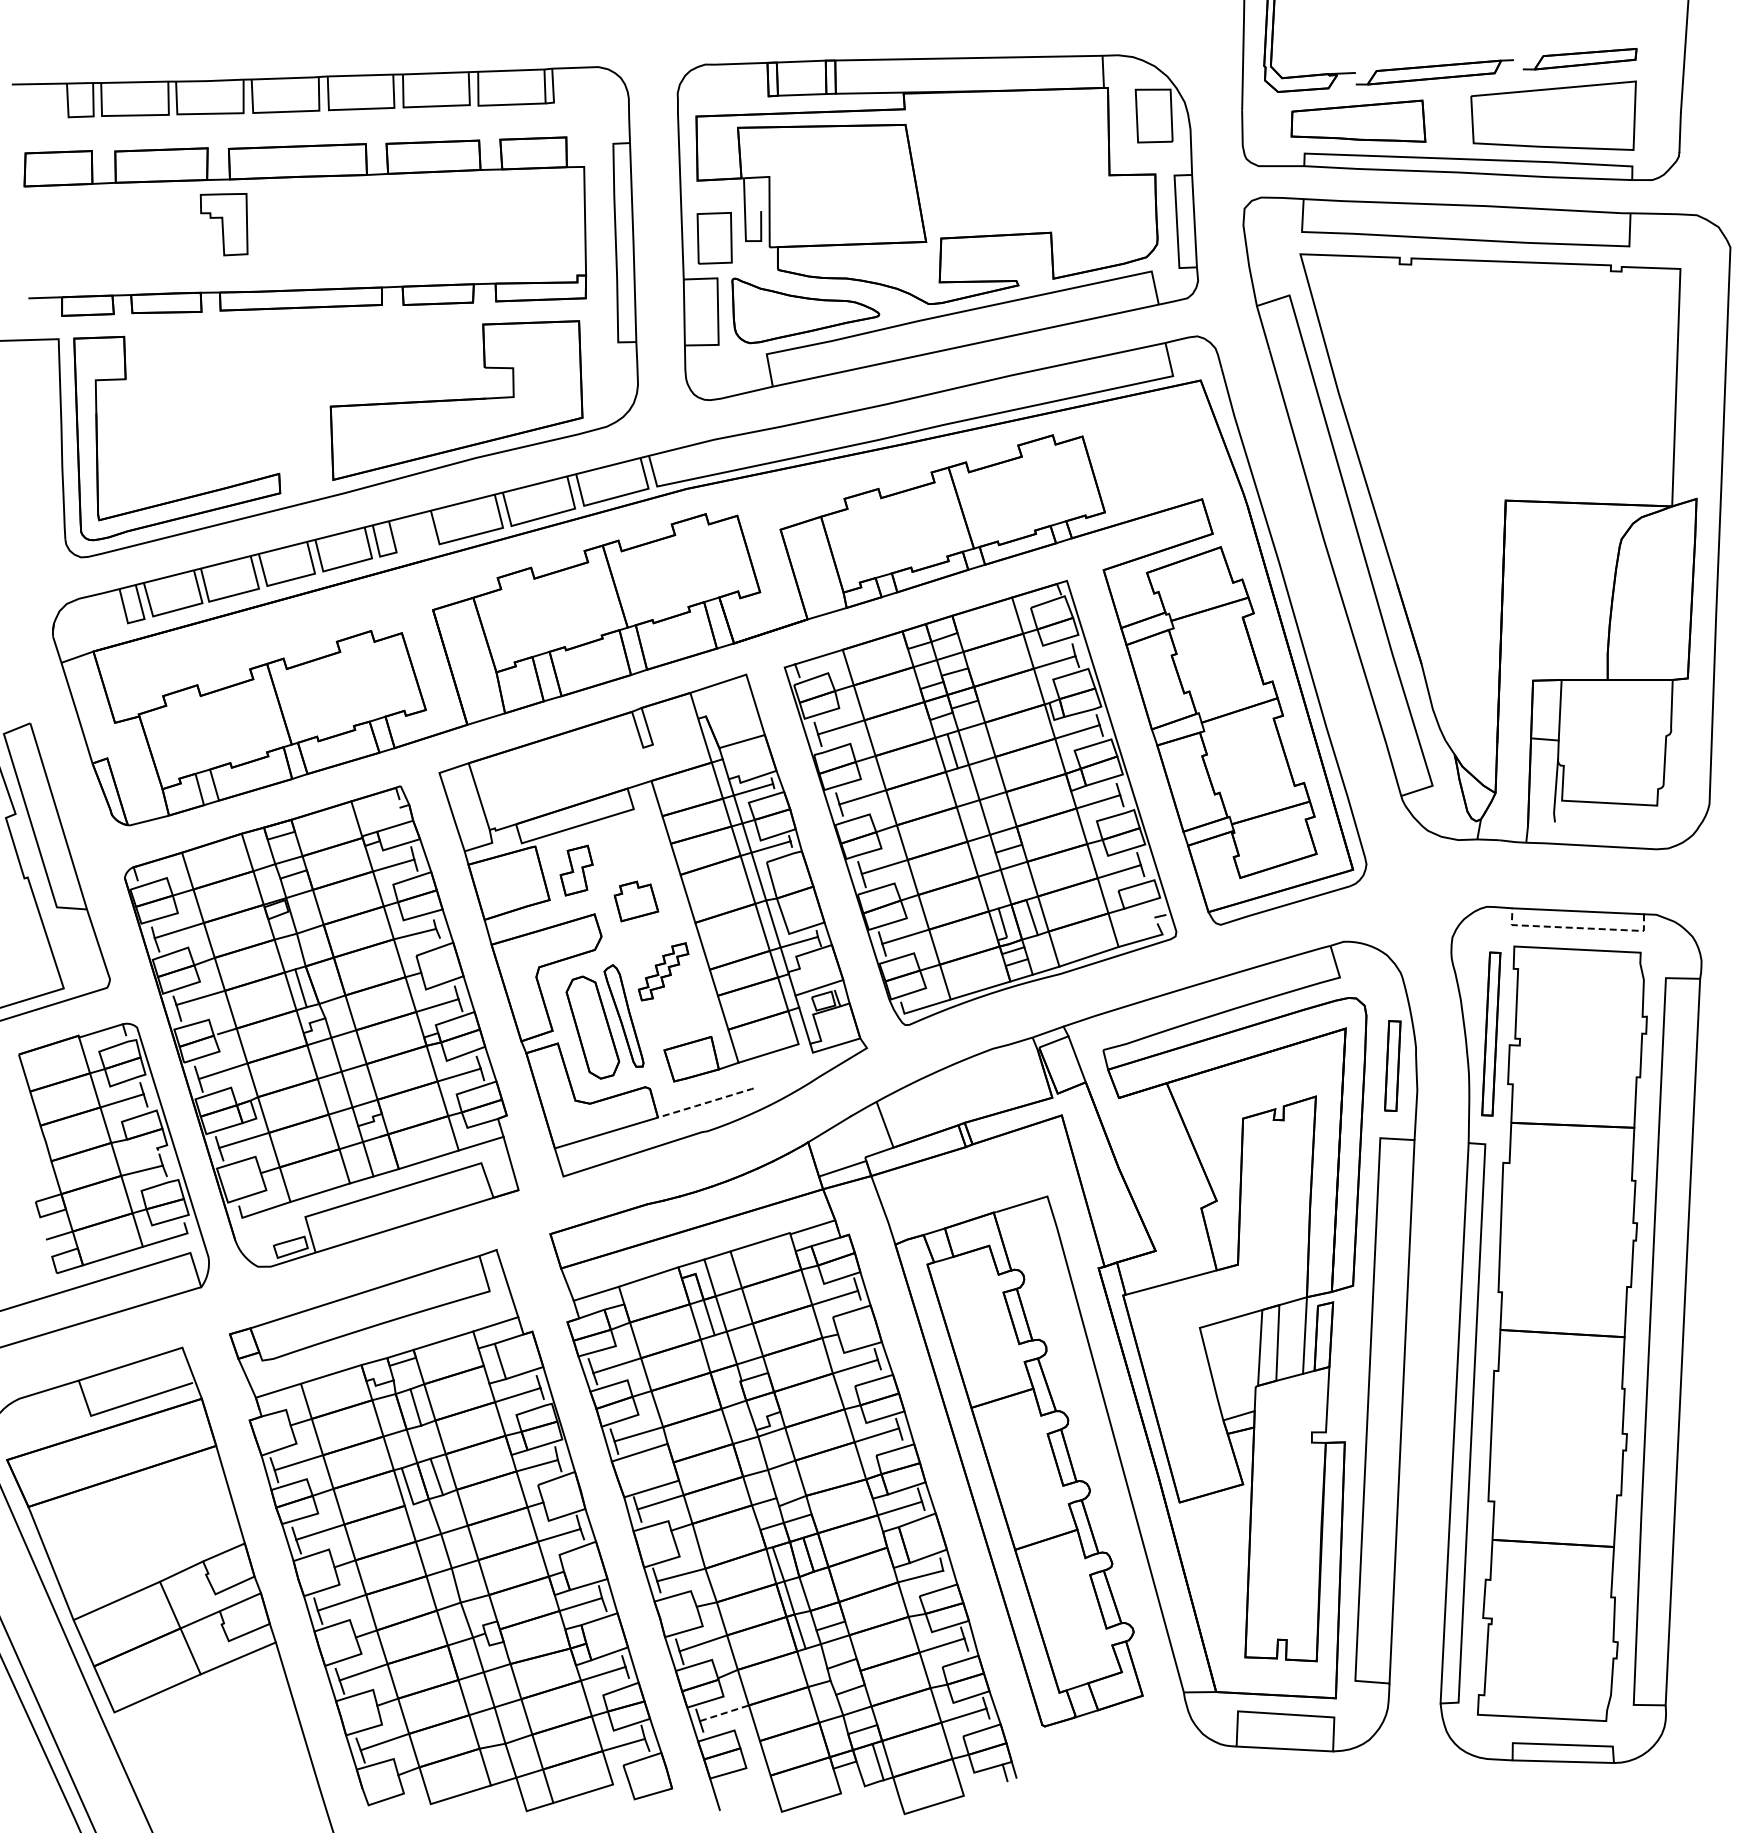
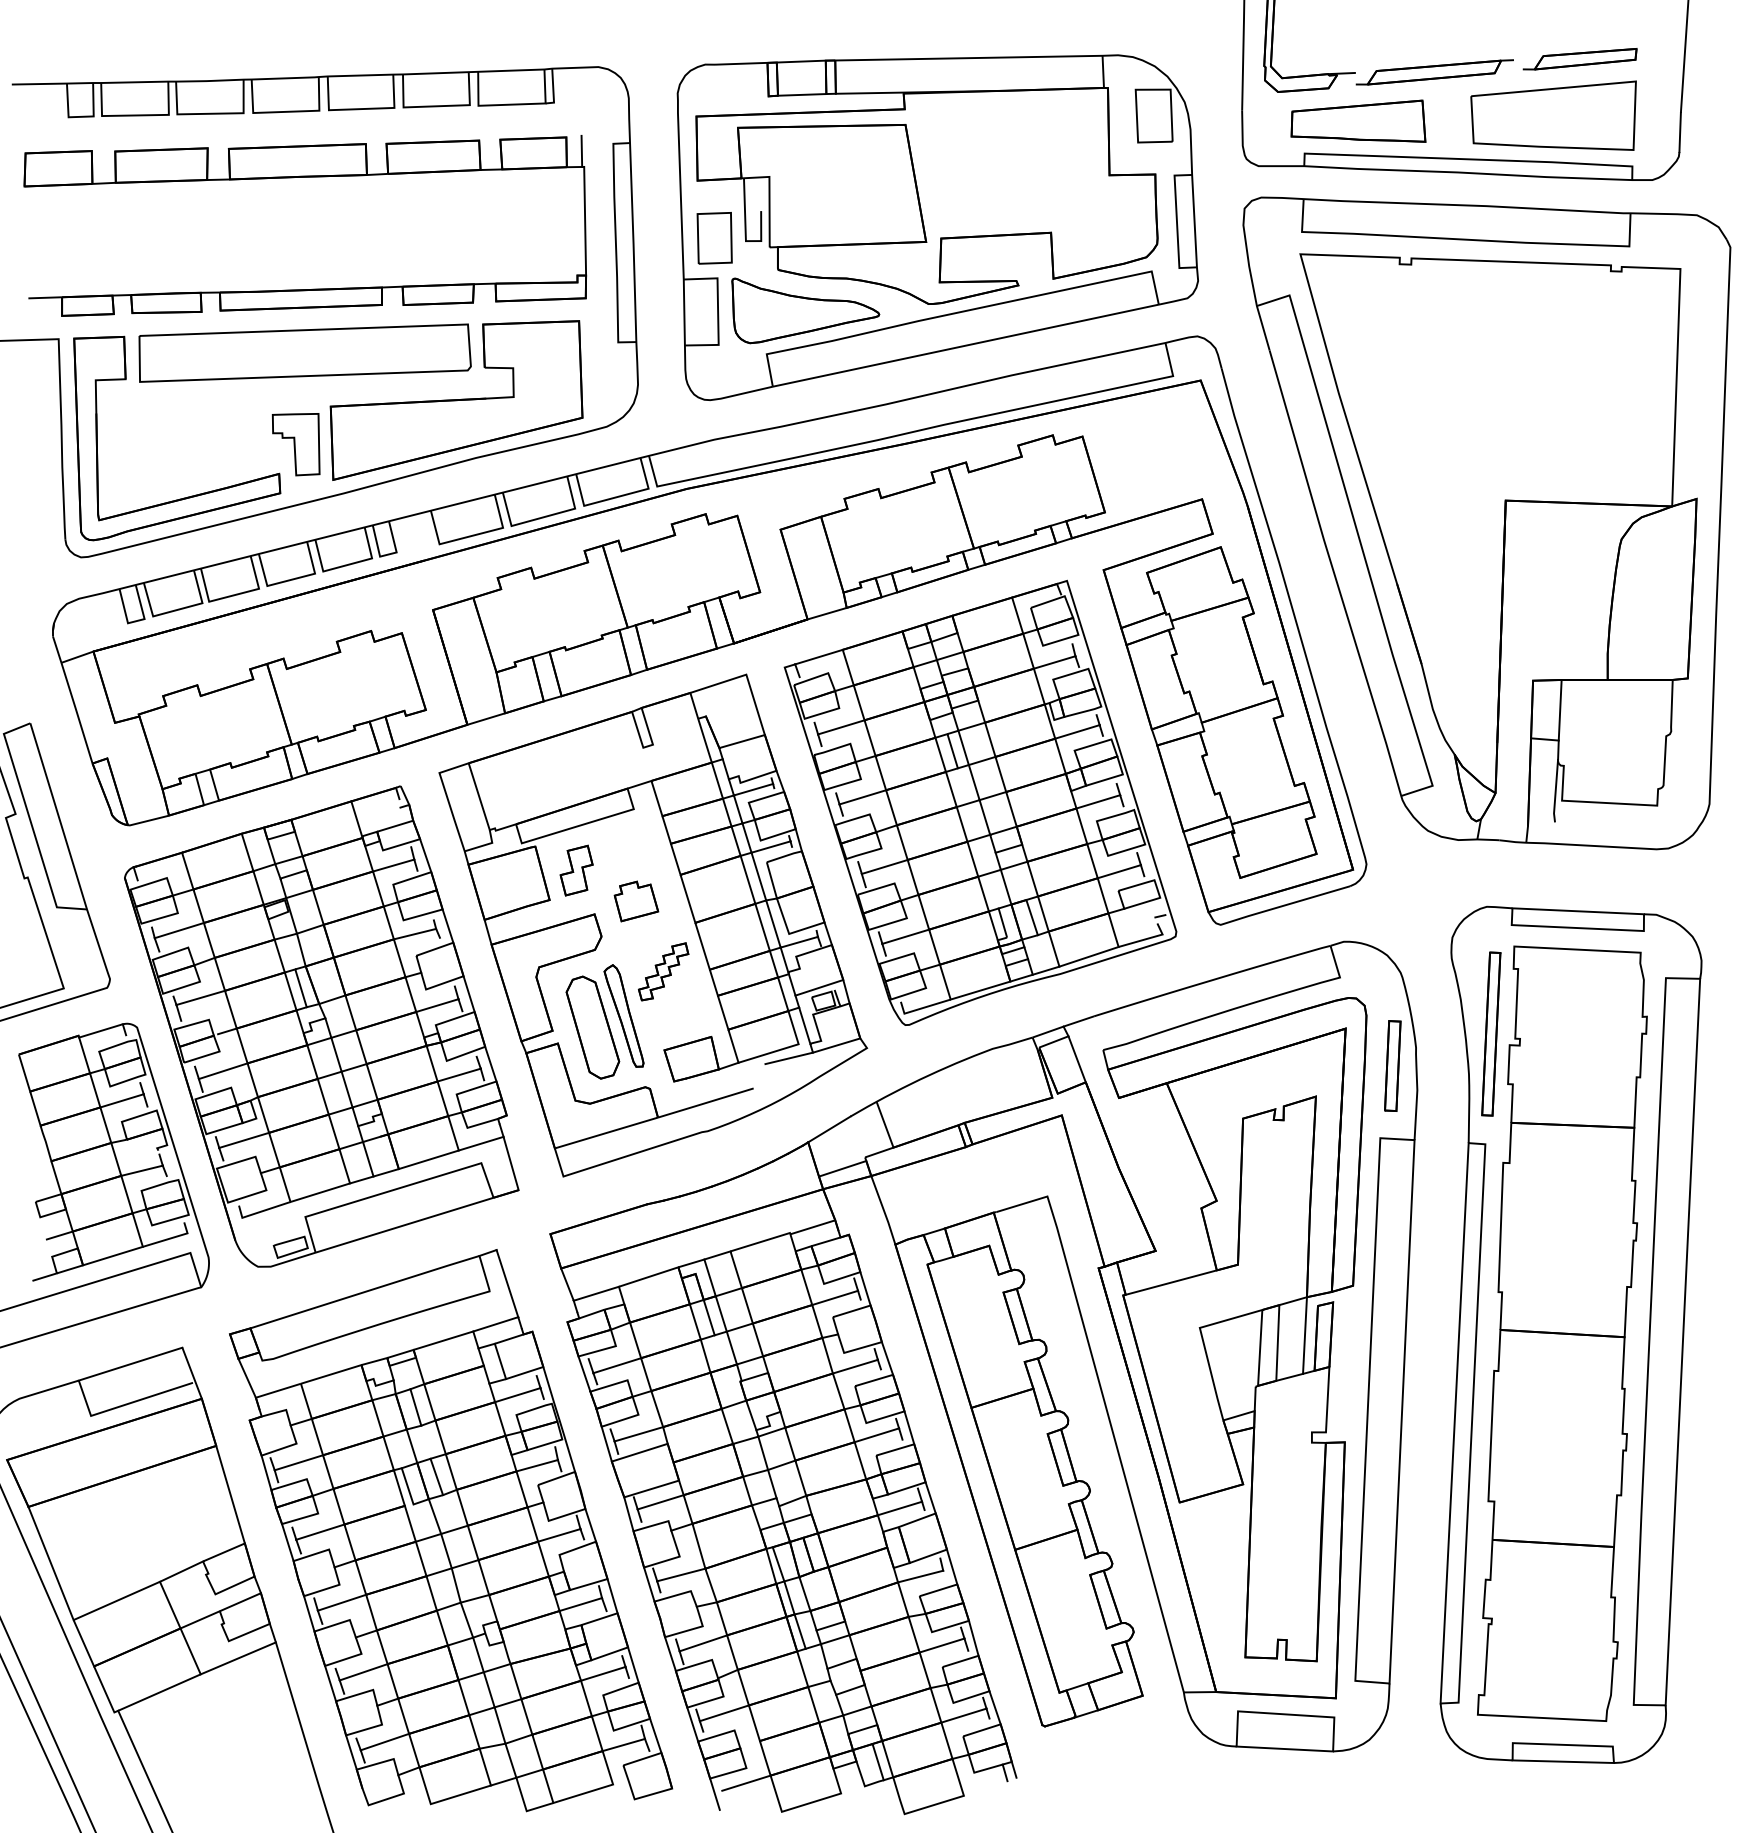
line at (581, 150): none -> present
part at (223, 224) position: (223, 224) -> (295, 444)
part at (304, 352): none -> present
line at (1577, 928): dashed -> solid
line at (788, 1058): none -> present
line at (705, 1103): dashed -> solid
line at (44, 1276): none -> present
line at (724, 1713): dashed -> solid
line at (144, 1769): none -> present
line at (746, 1782): none -> present
